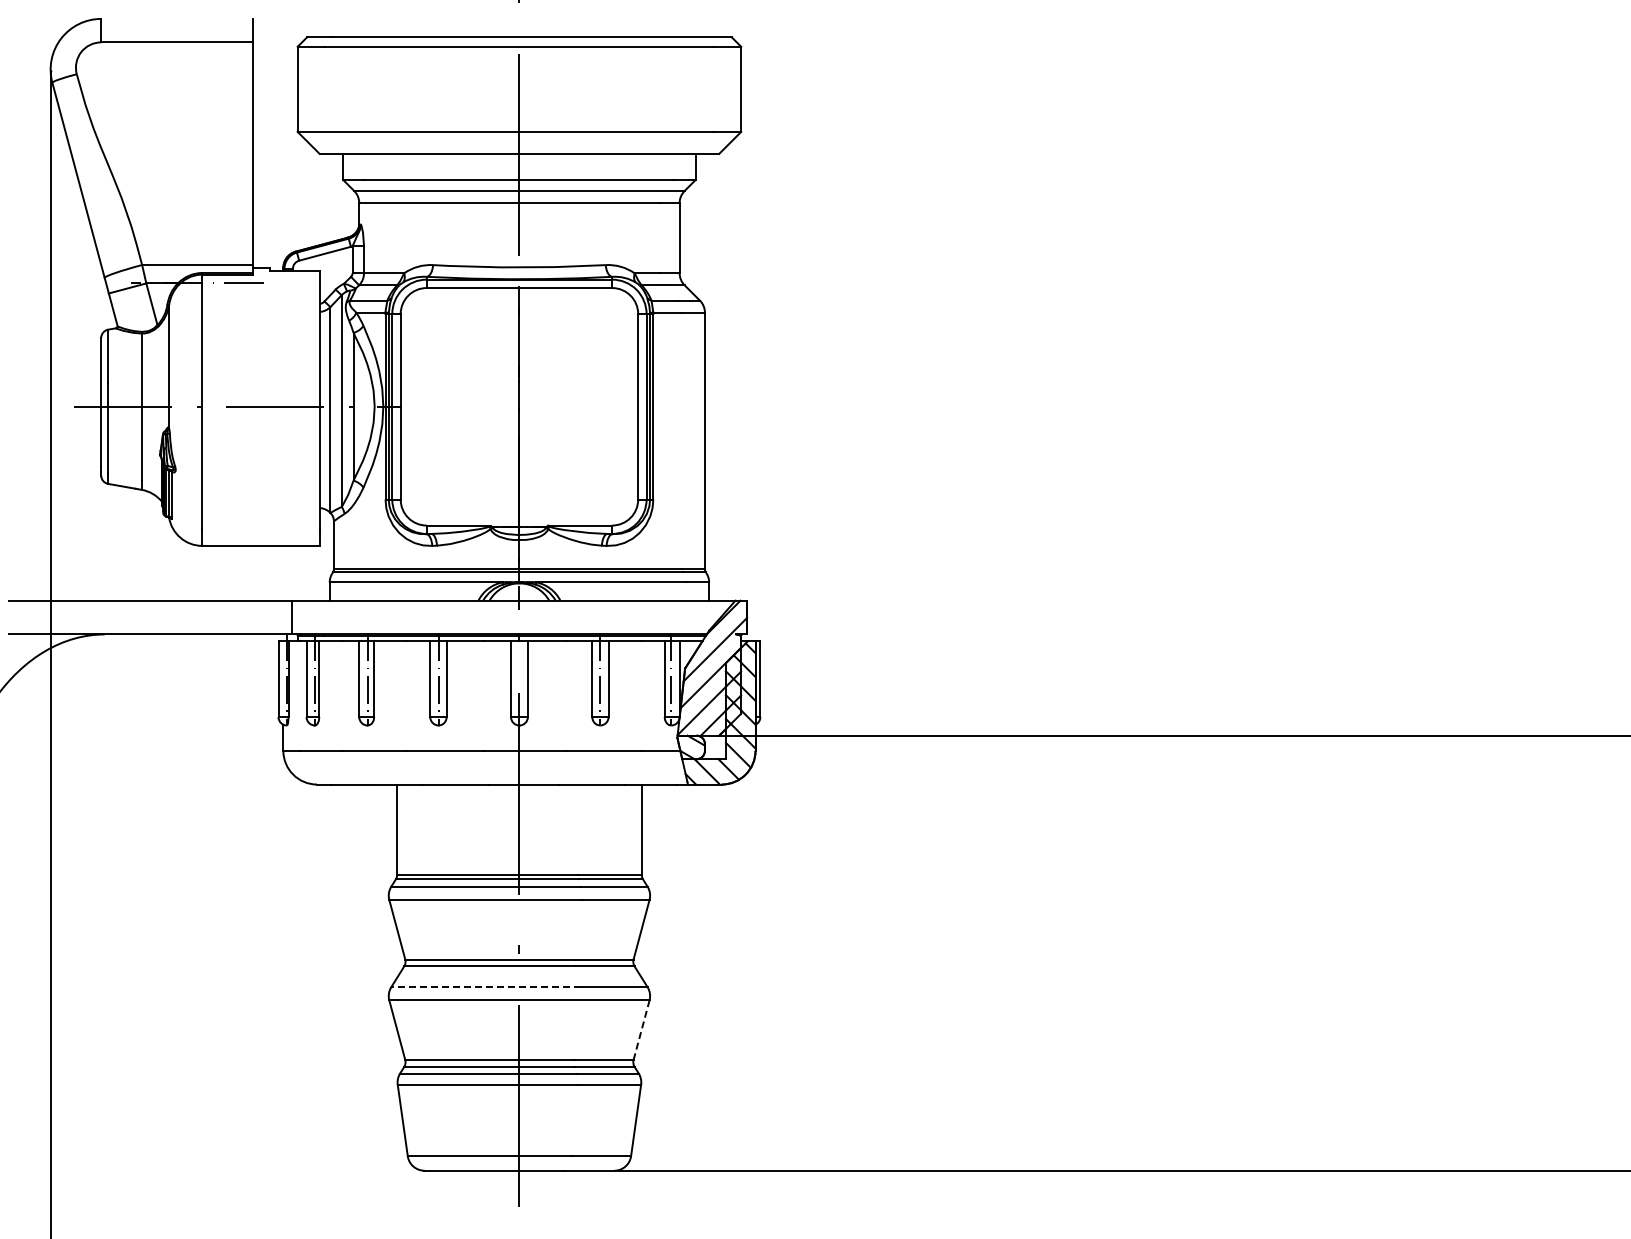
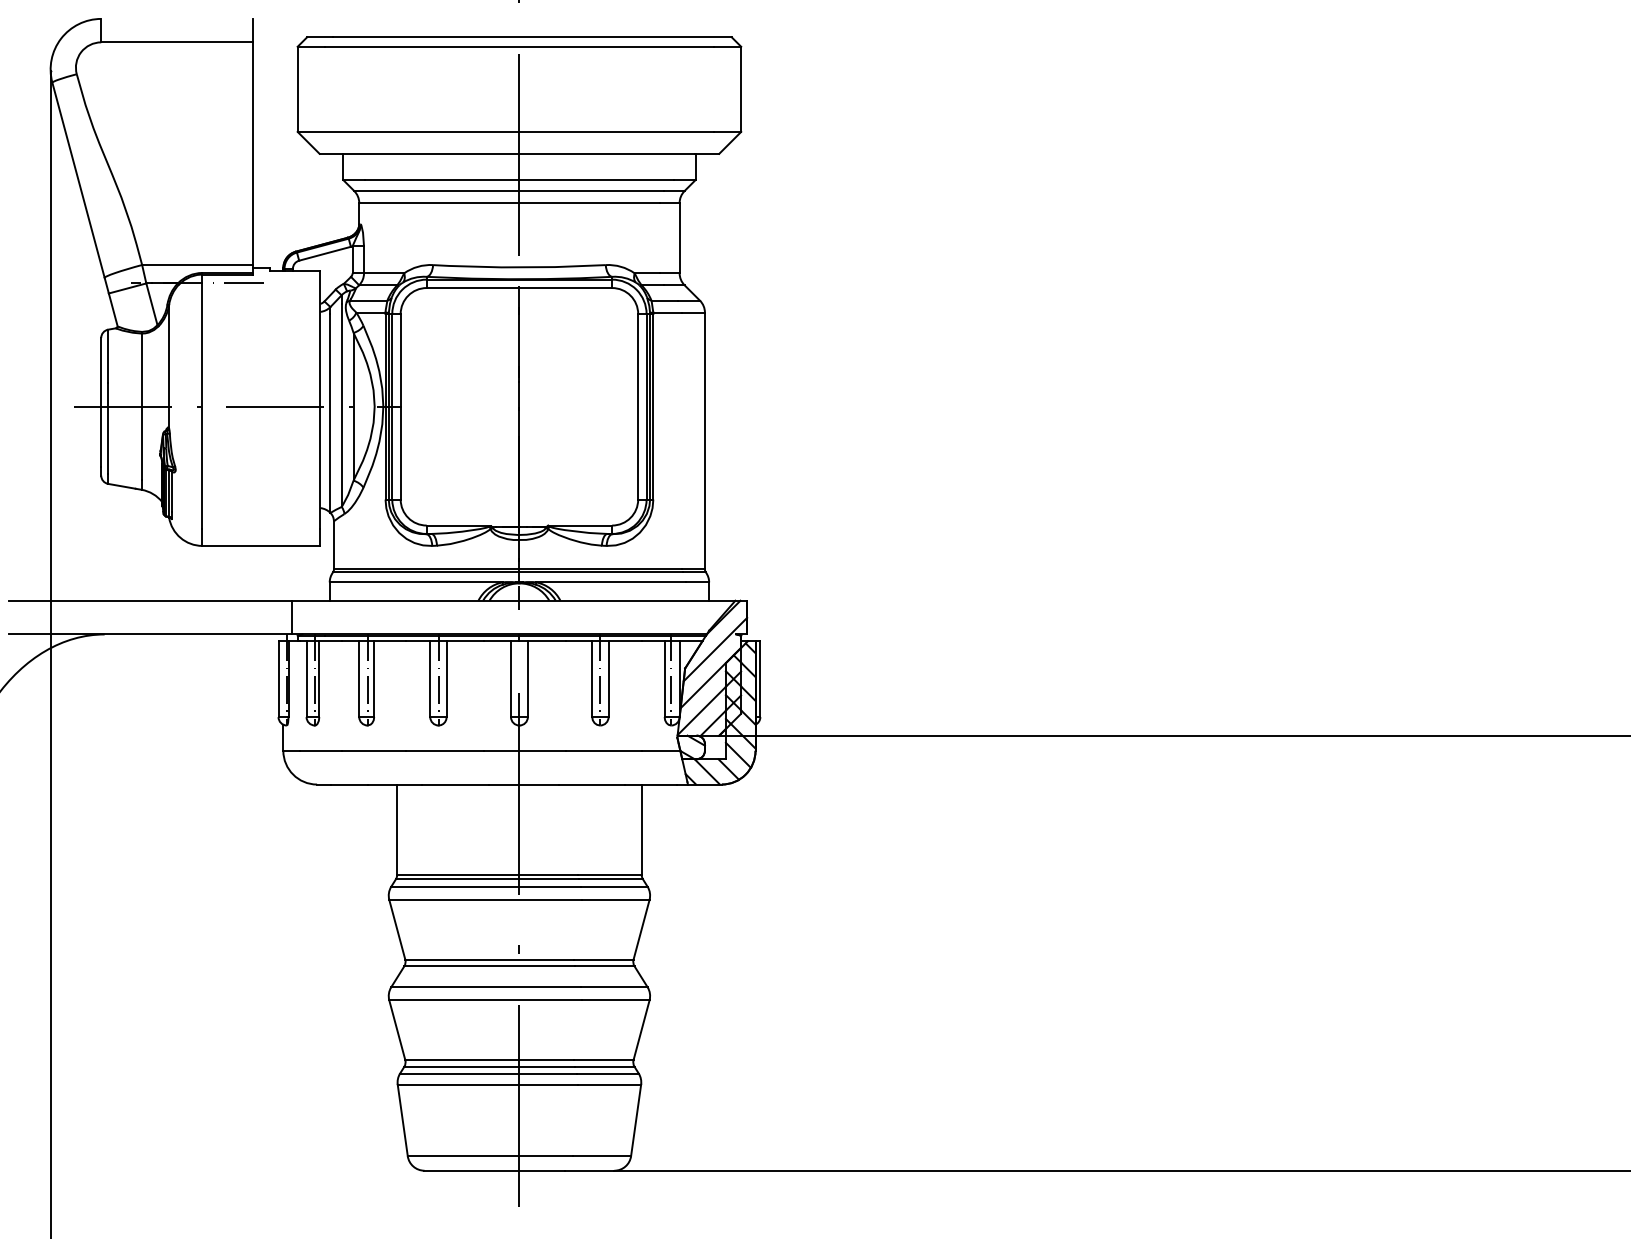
line at (486, 987): dashed -> solid
line at (641, 1030): dashed -> solid
